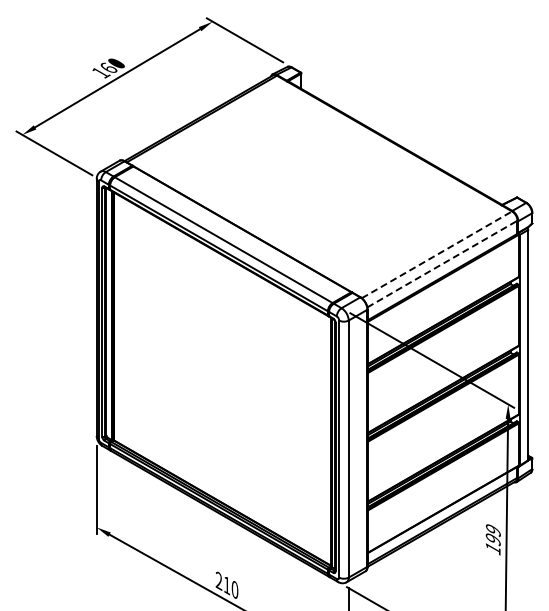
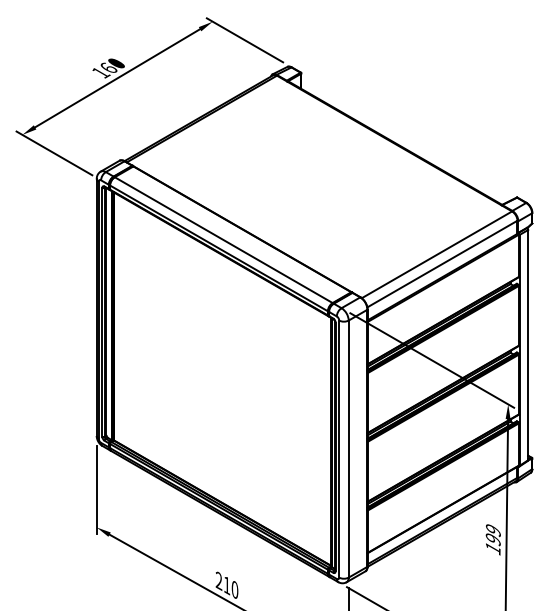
line at (436, 254): dashed -> solid
line at (442, 264): dashed -> solid
